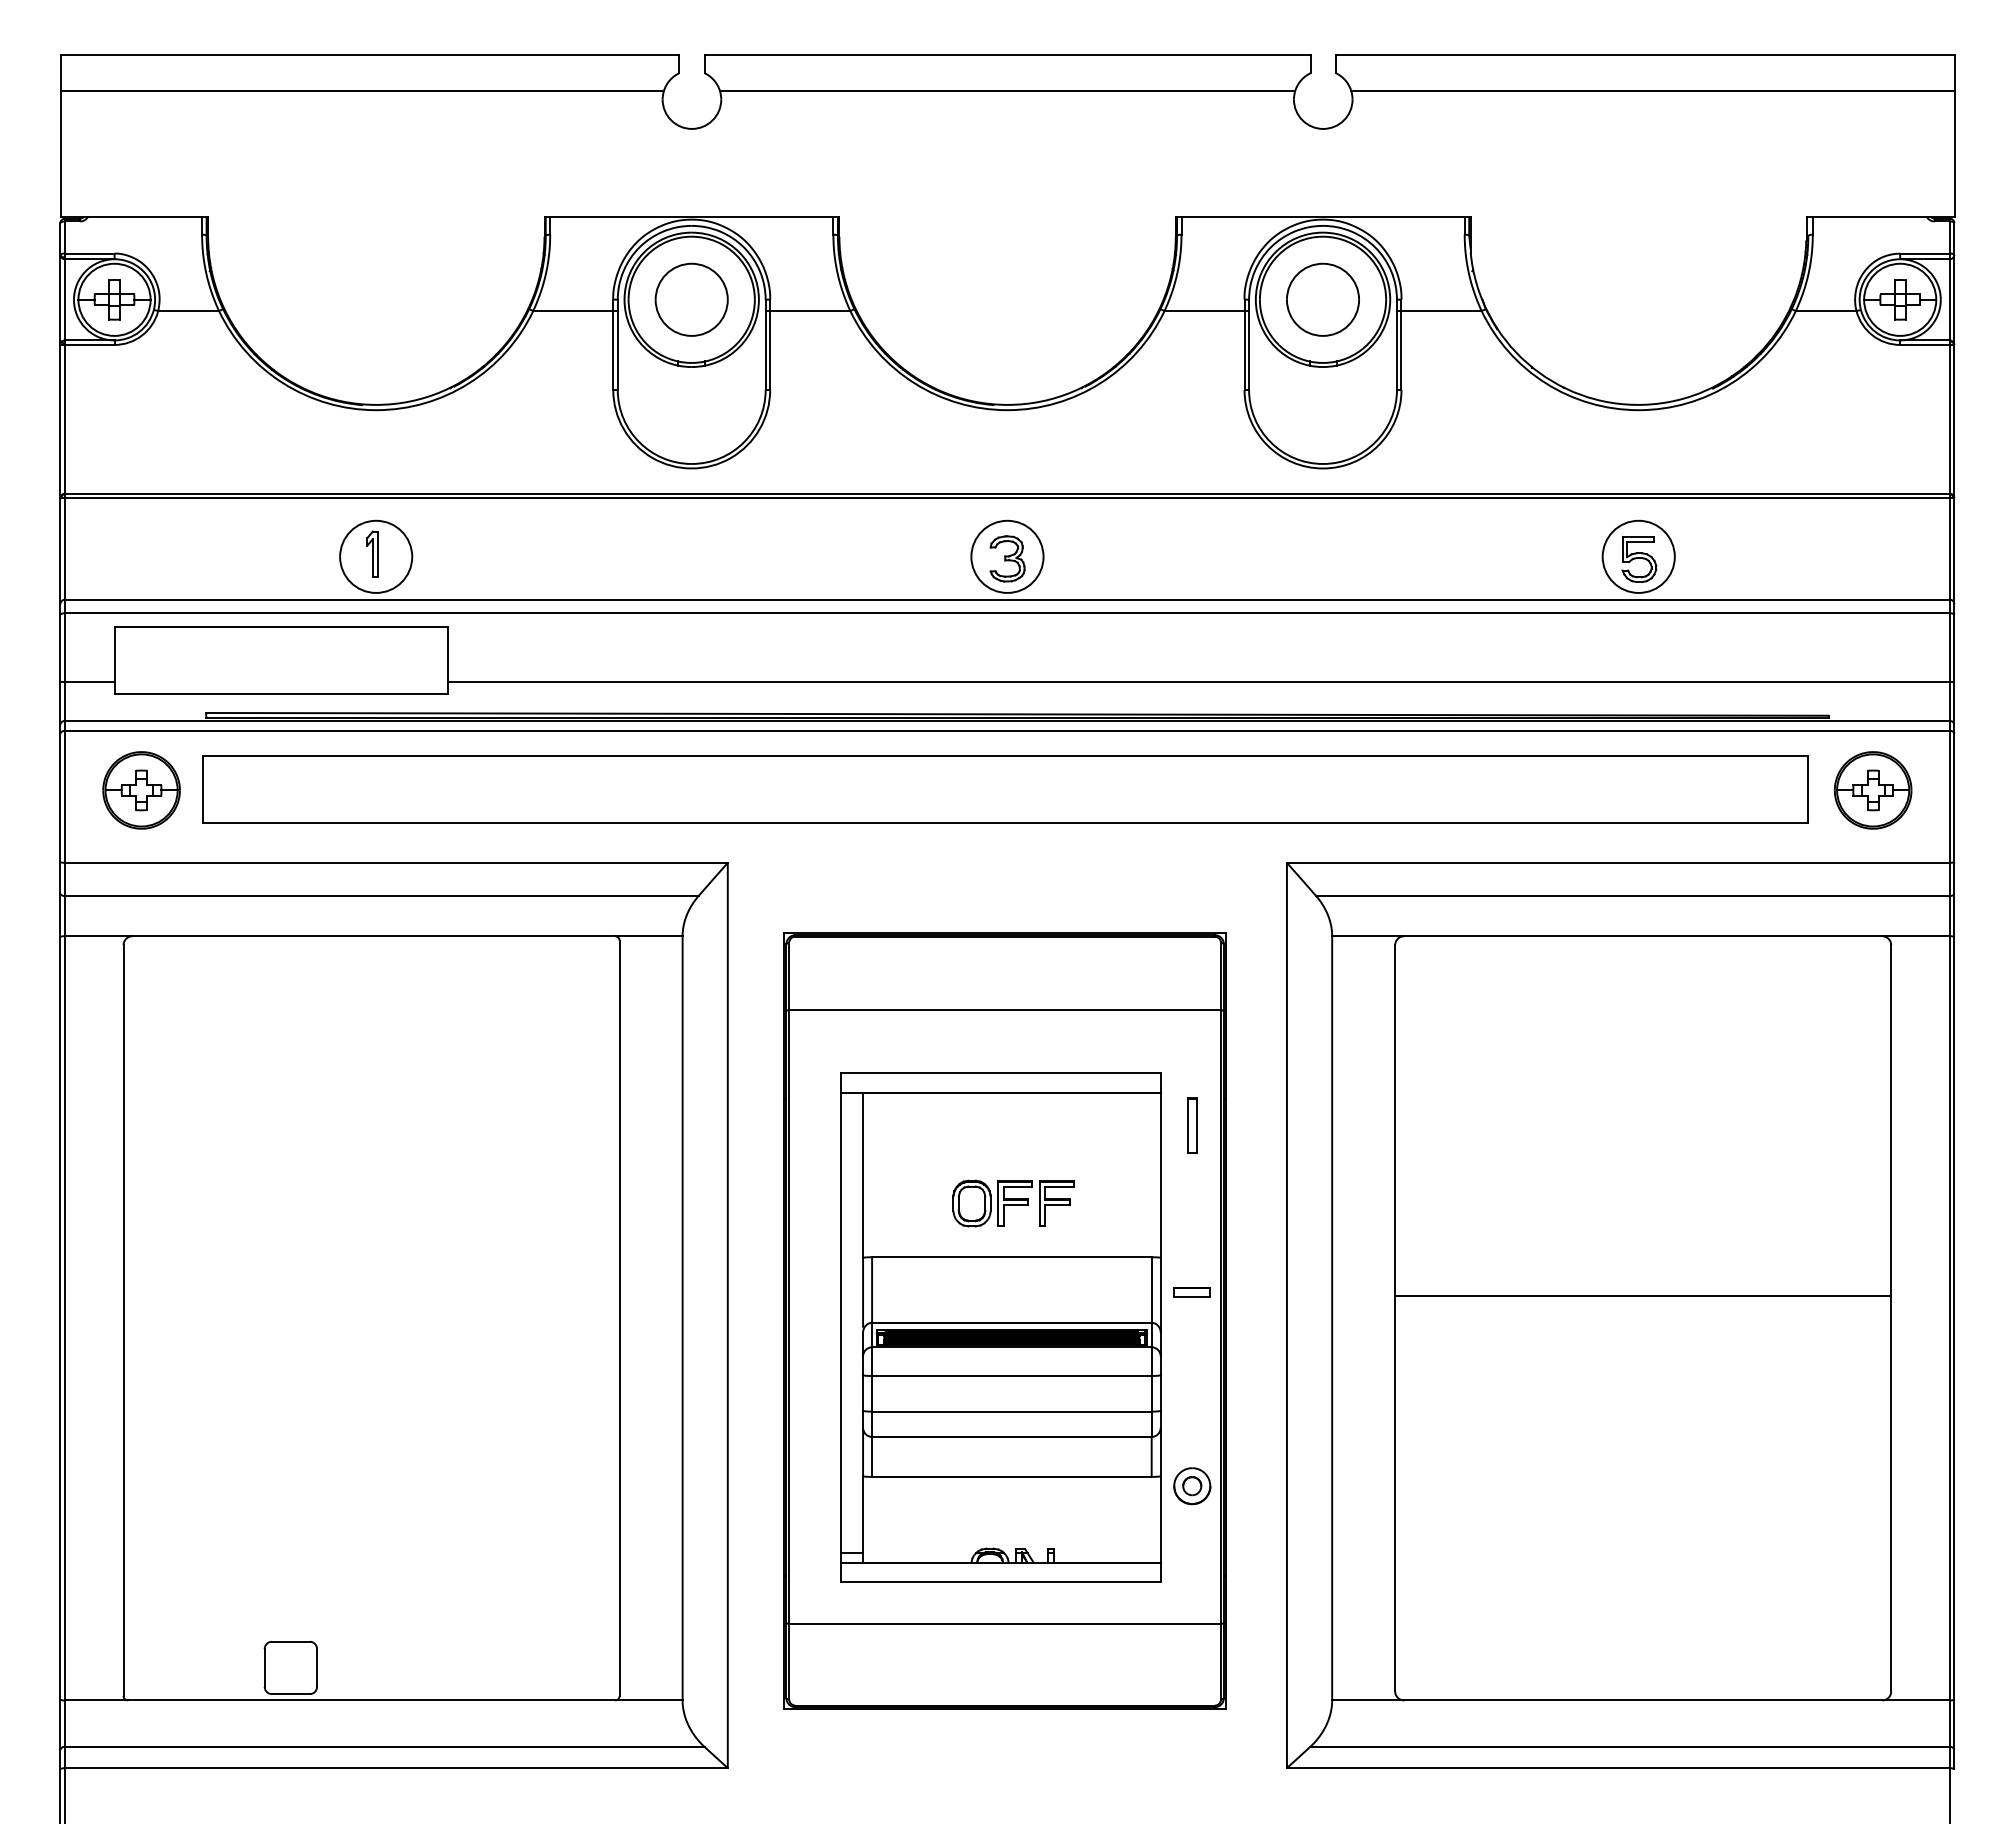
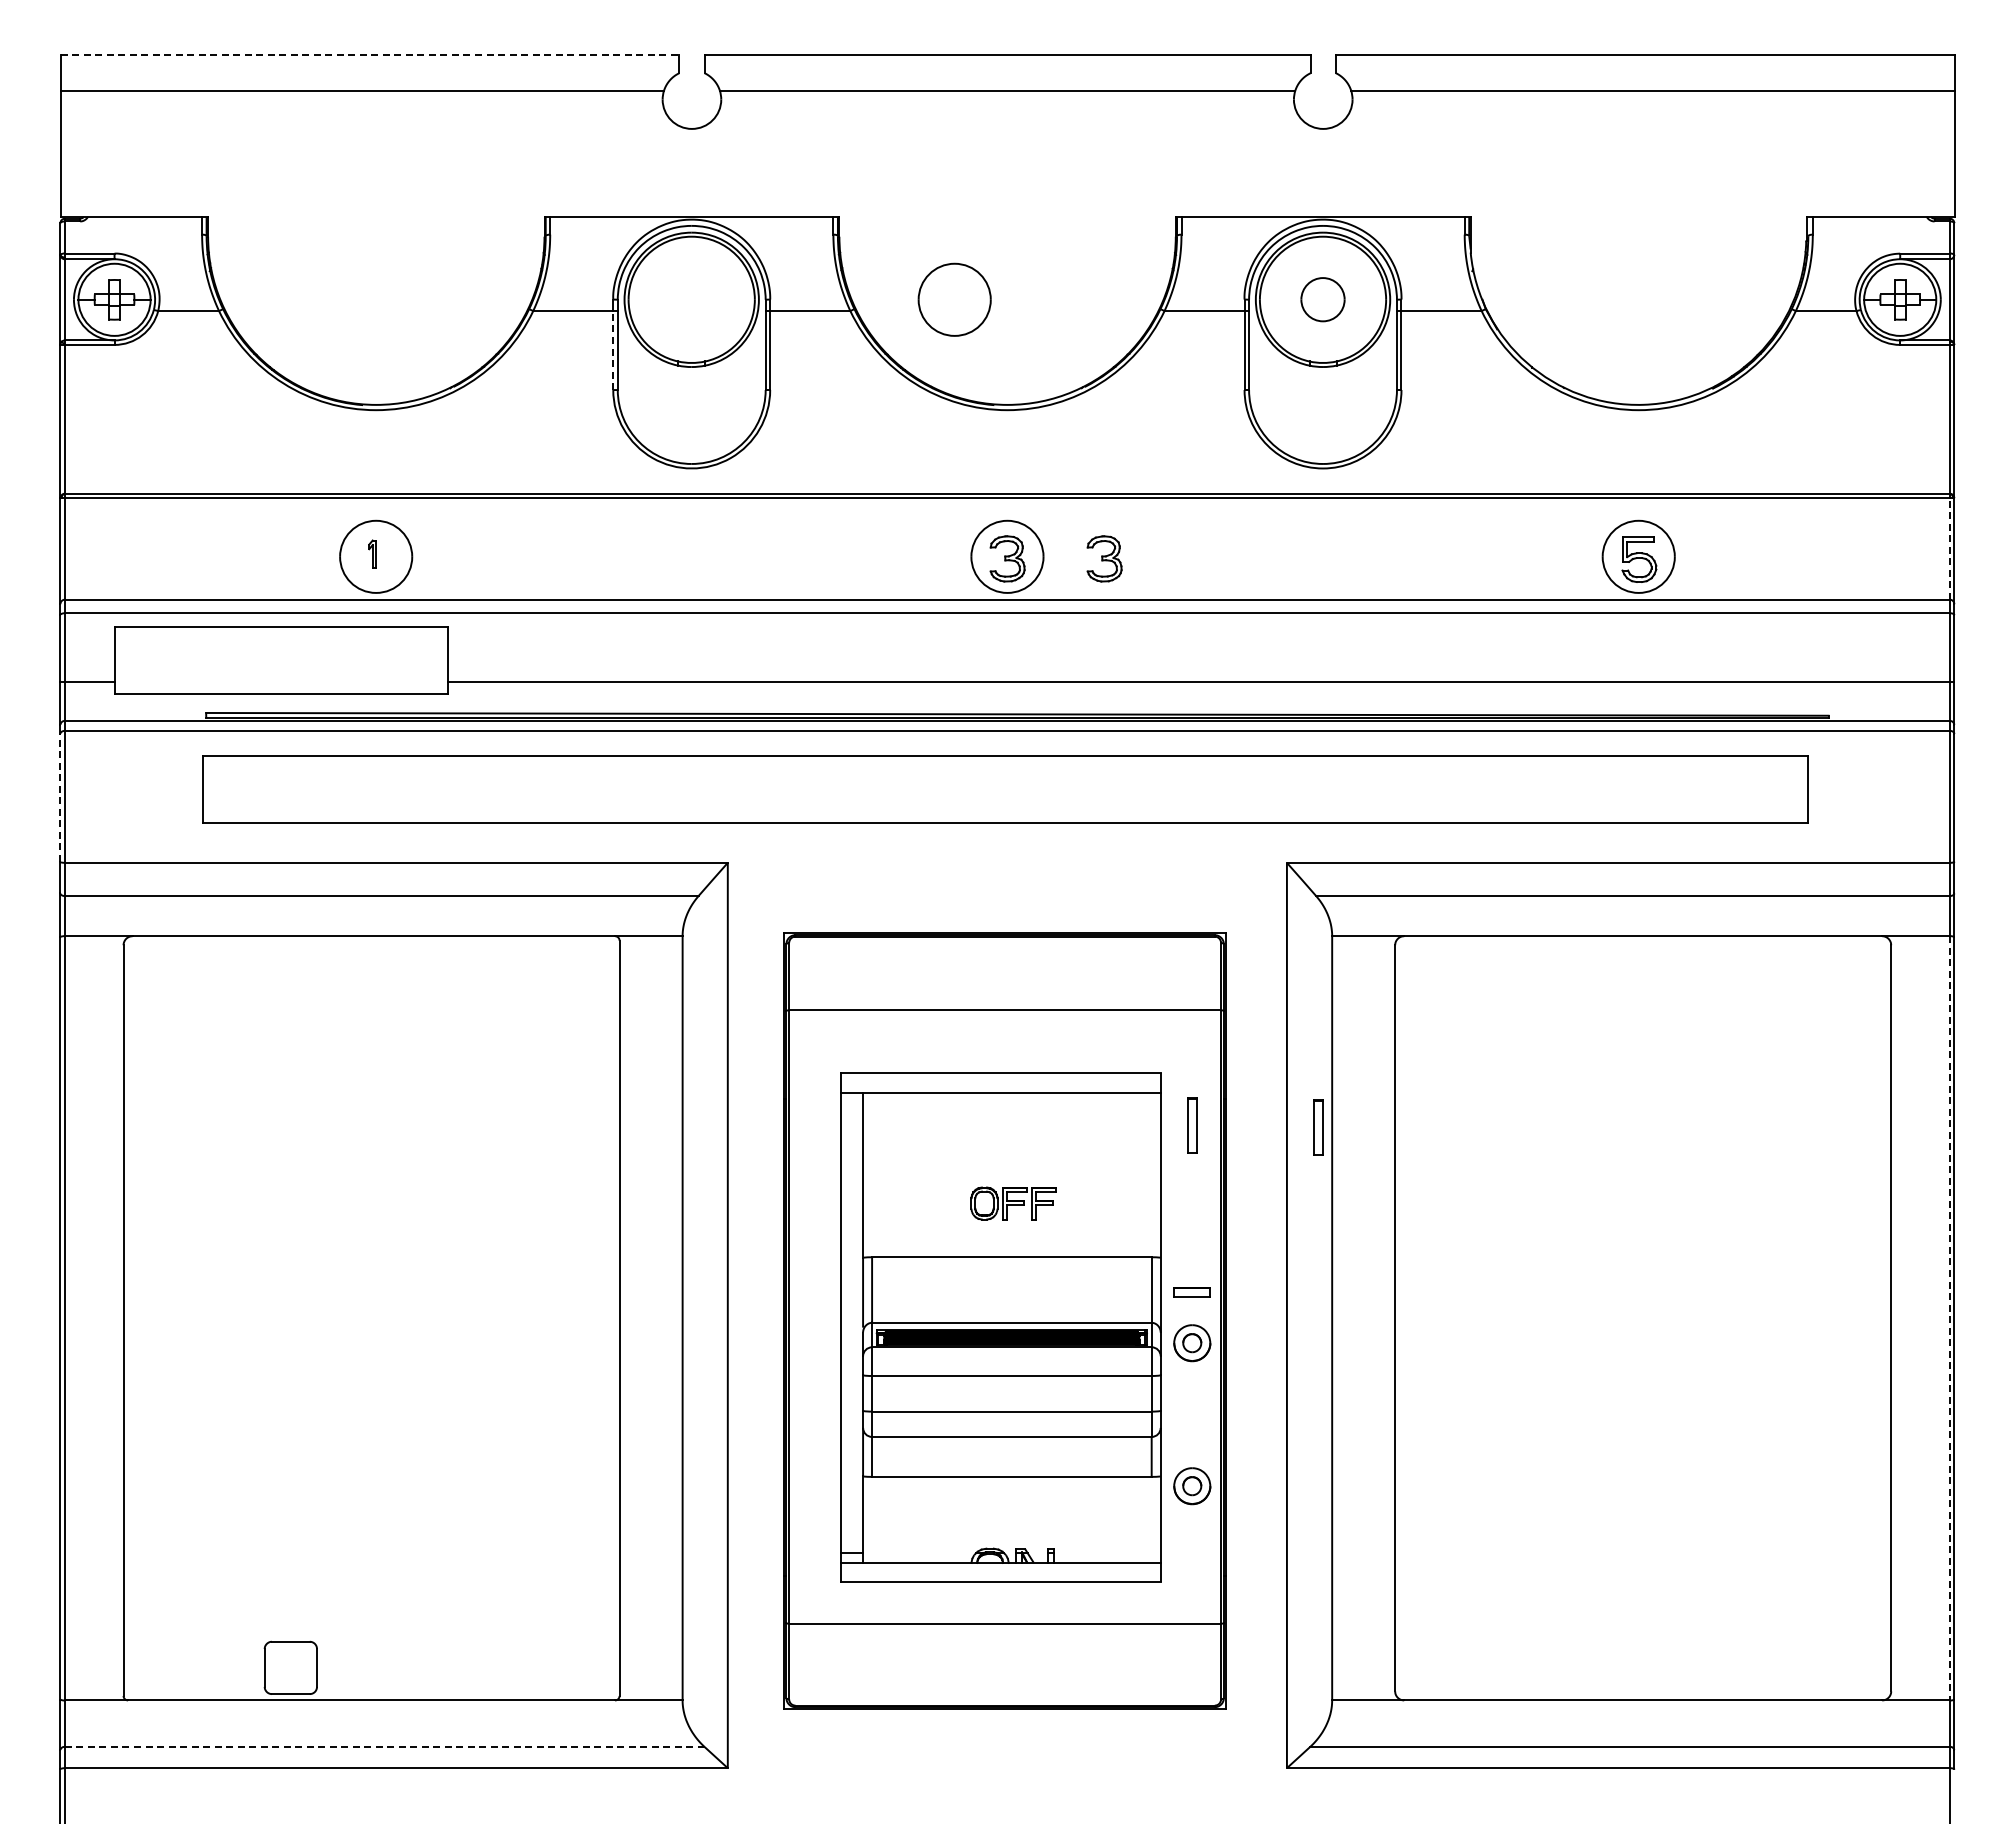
line at (370, 54): solid -> dashed
part at (691, 299) position: (691, 299) -> (954, 299)
part at (1322, 299) size: 74x75 px -> 46x46 px
line at (613, 350): solid -> dashed
line at (1949, 548): solid -> dashed
part at (372, 553) size: 13x48 px -> 9x30 px
part at (1104, 558): none -> present
part at (141, 790): present -> none
part at (1873, 790): present -> none
line at (60, 797): solid -> dashed
part at (1318, 1127): none -> present
part at (1013, 1203) size: 123x49 px -> 87x35 px
line at (1643, 1295): present -> none
line at (1949, 1318): solid -> dashed
part at (1192, 1343): none -> present
line at (384, 1746): solid -> dashed
